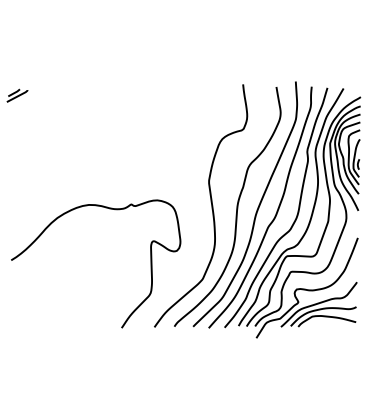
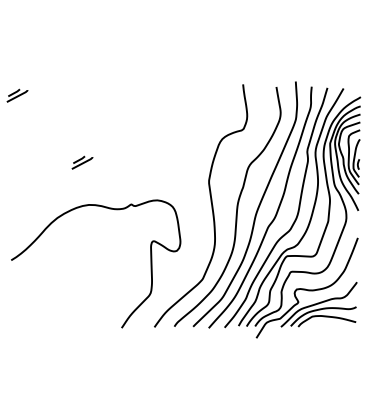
part at (82, 162): none -> present
